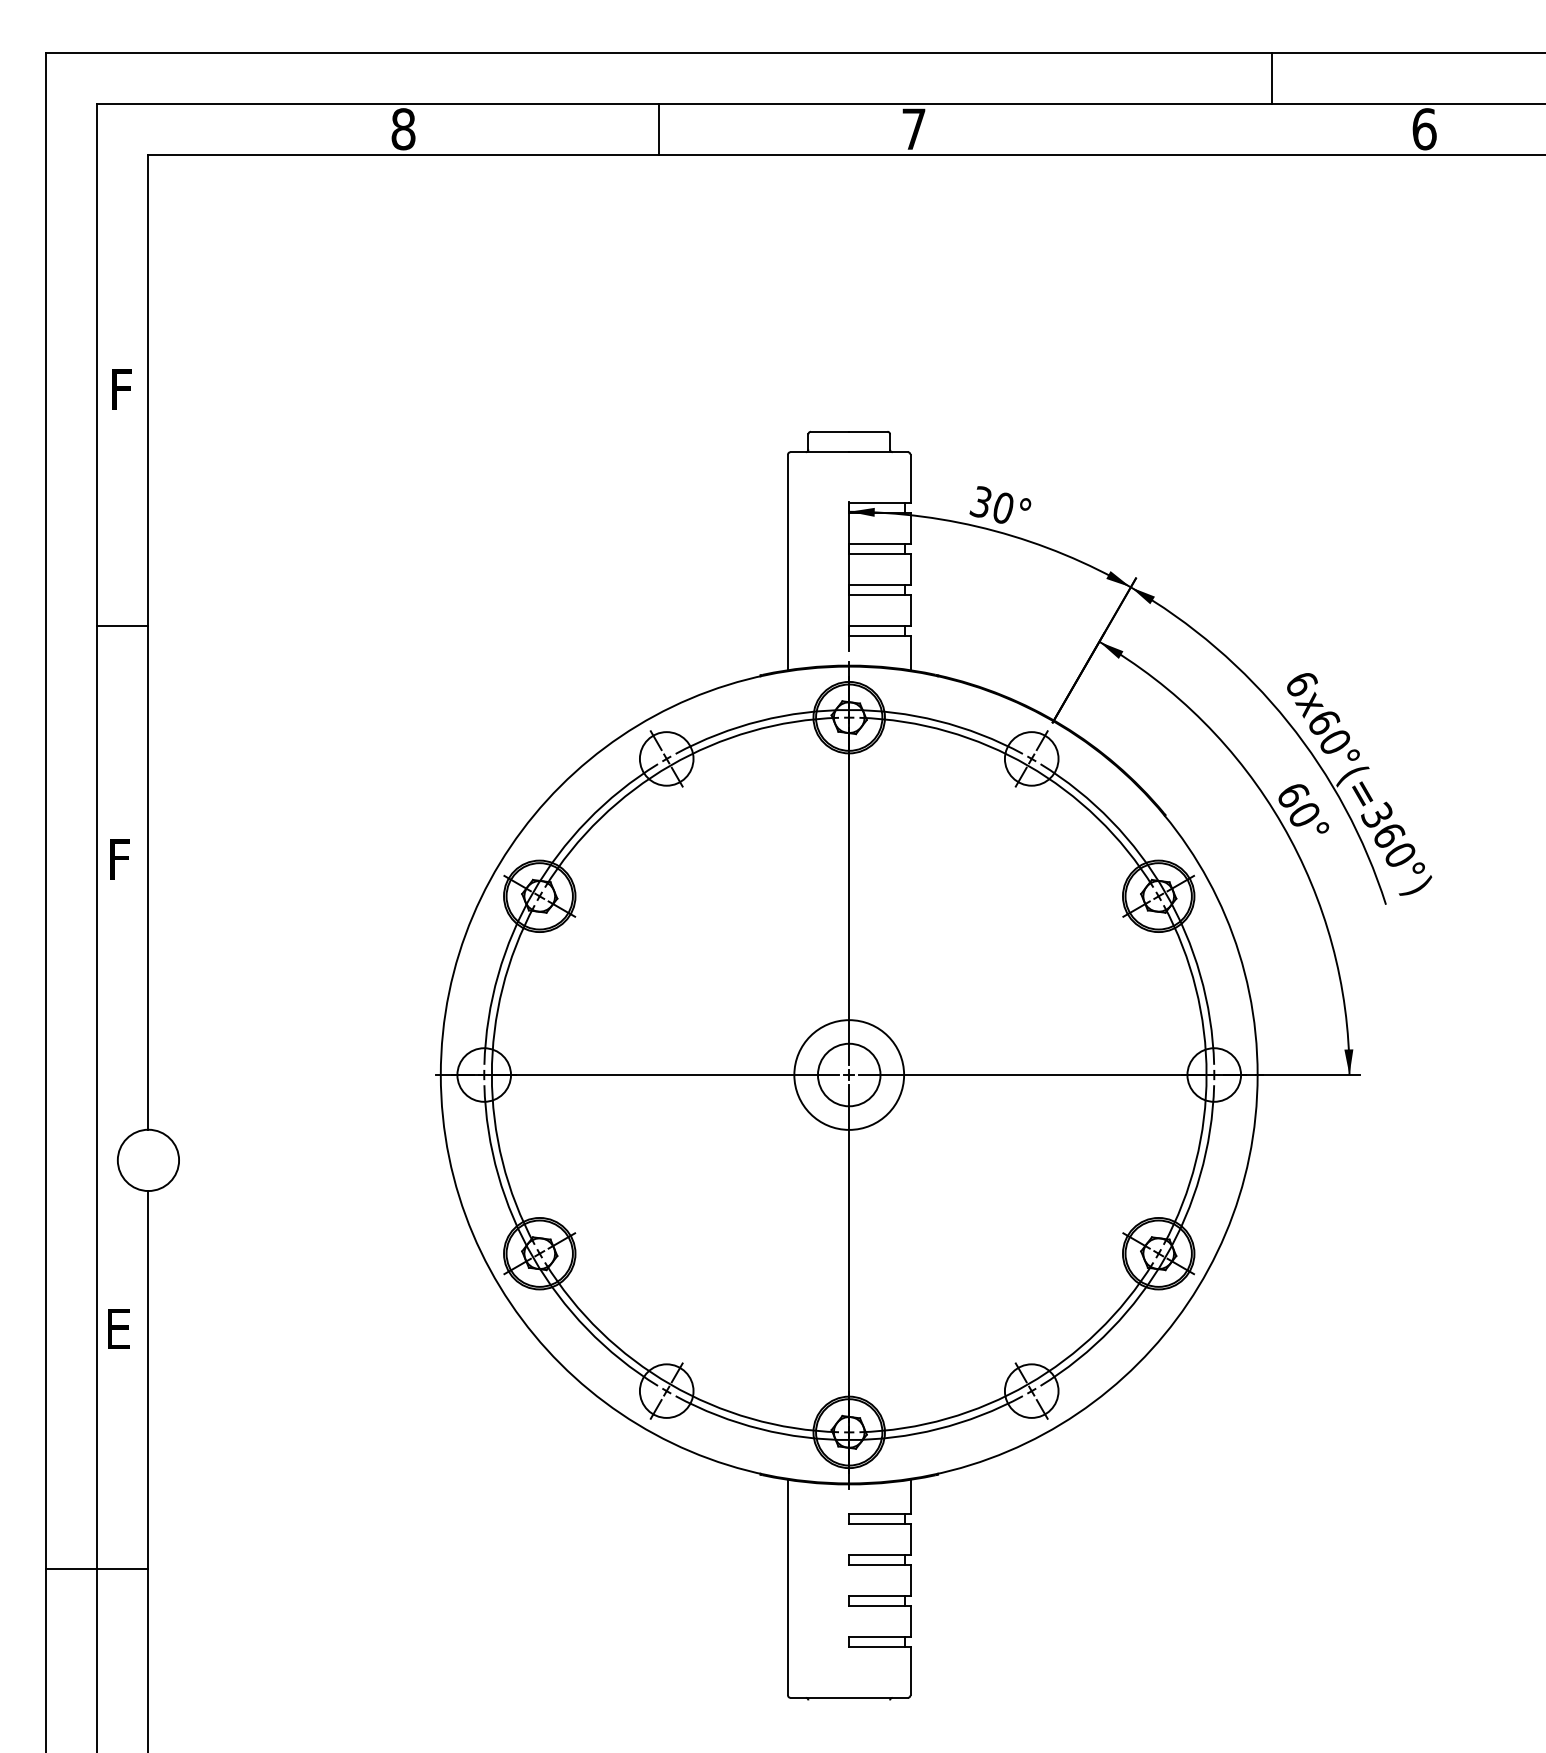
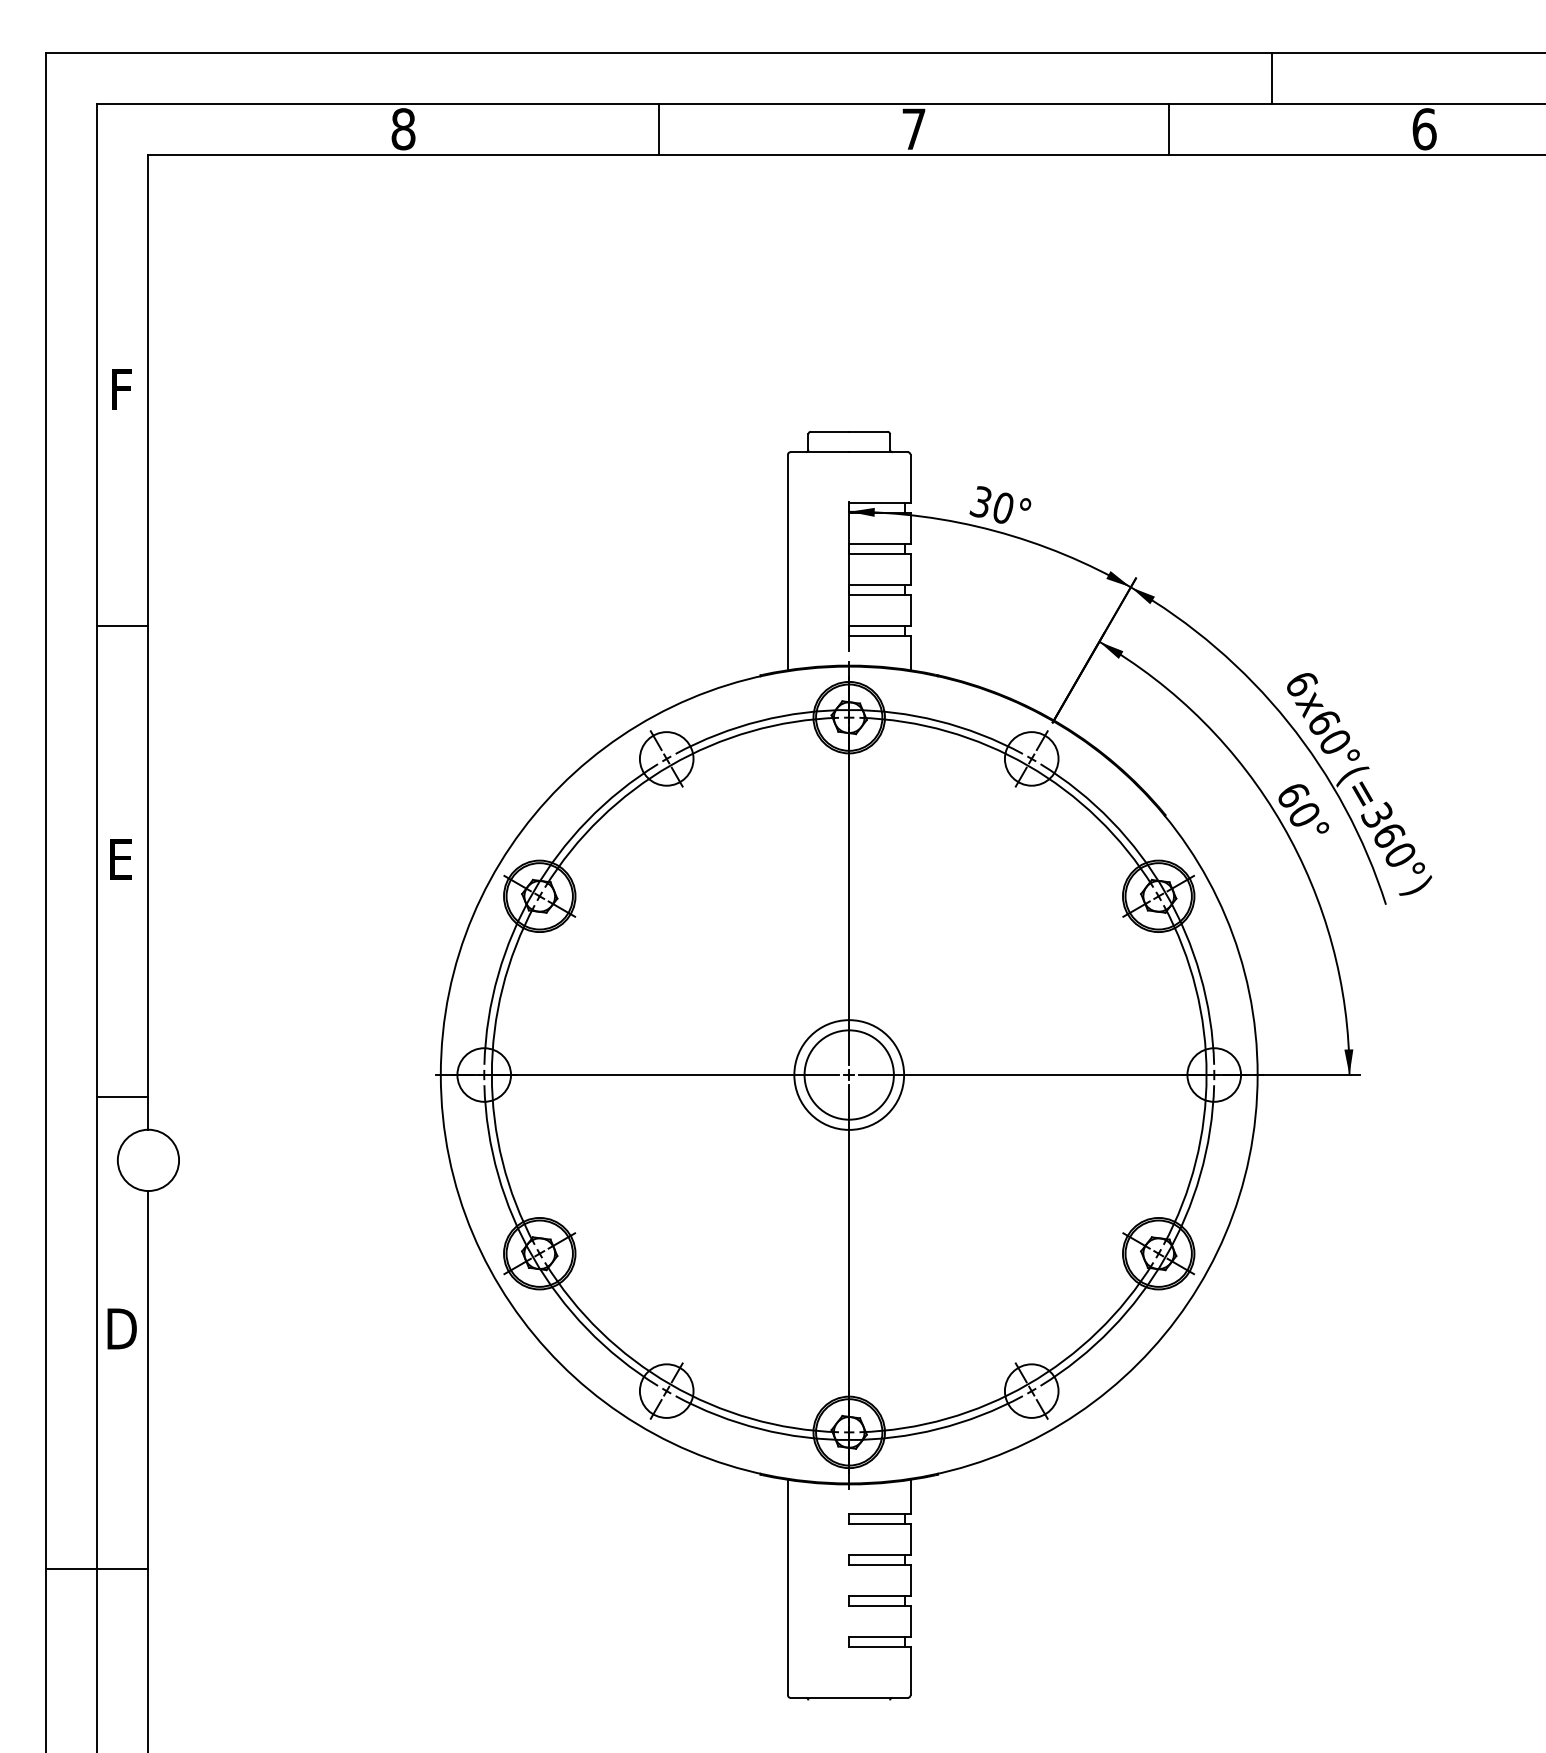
line at (1169, 128): none -> present
text at (123, 859): F -> E
circle at (848, 1074) diameter: 63 px -> 89 px
line at (122, 1097): none -> present
text at (121, 1328): E -> D
